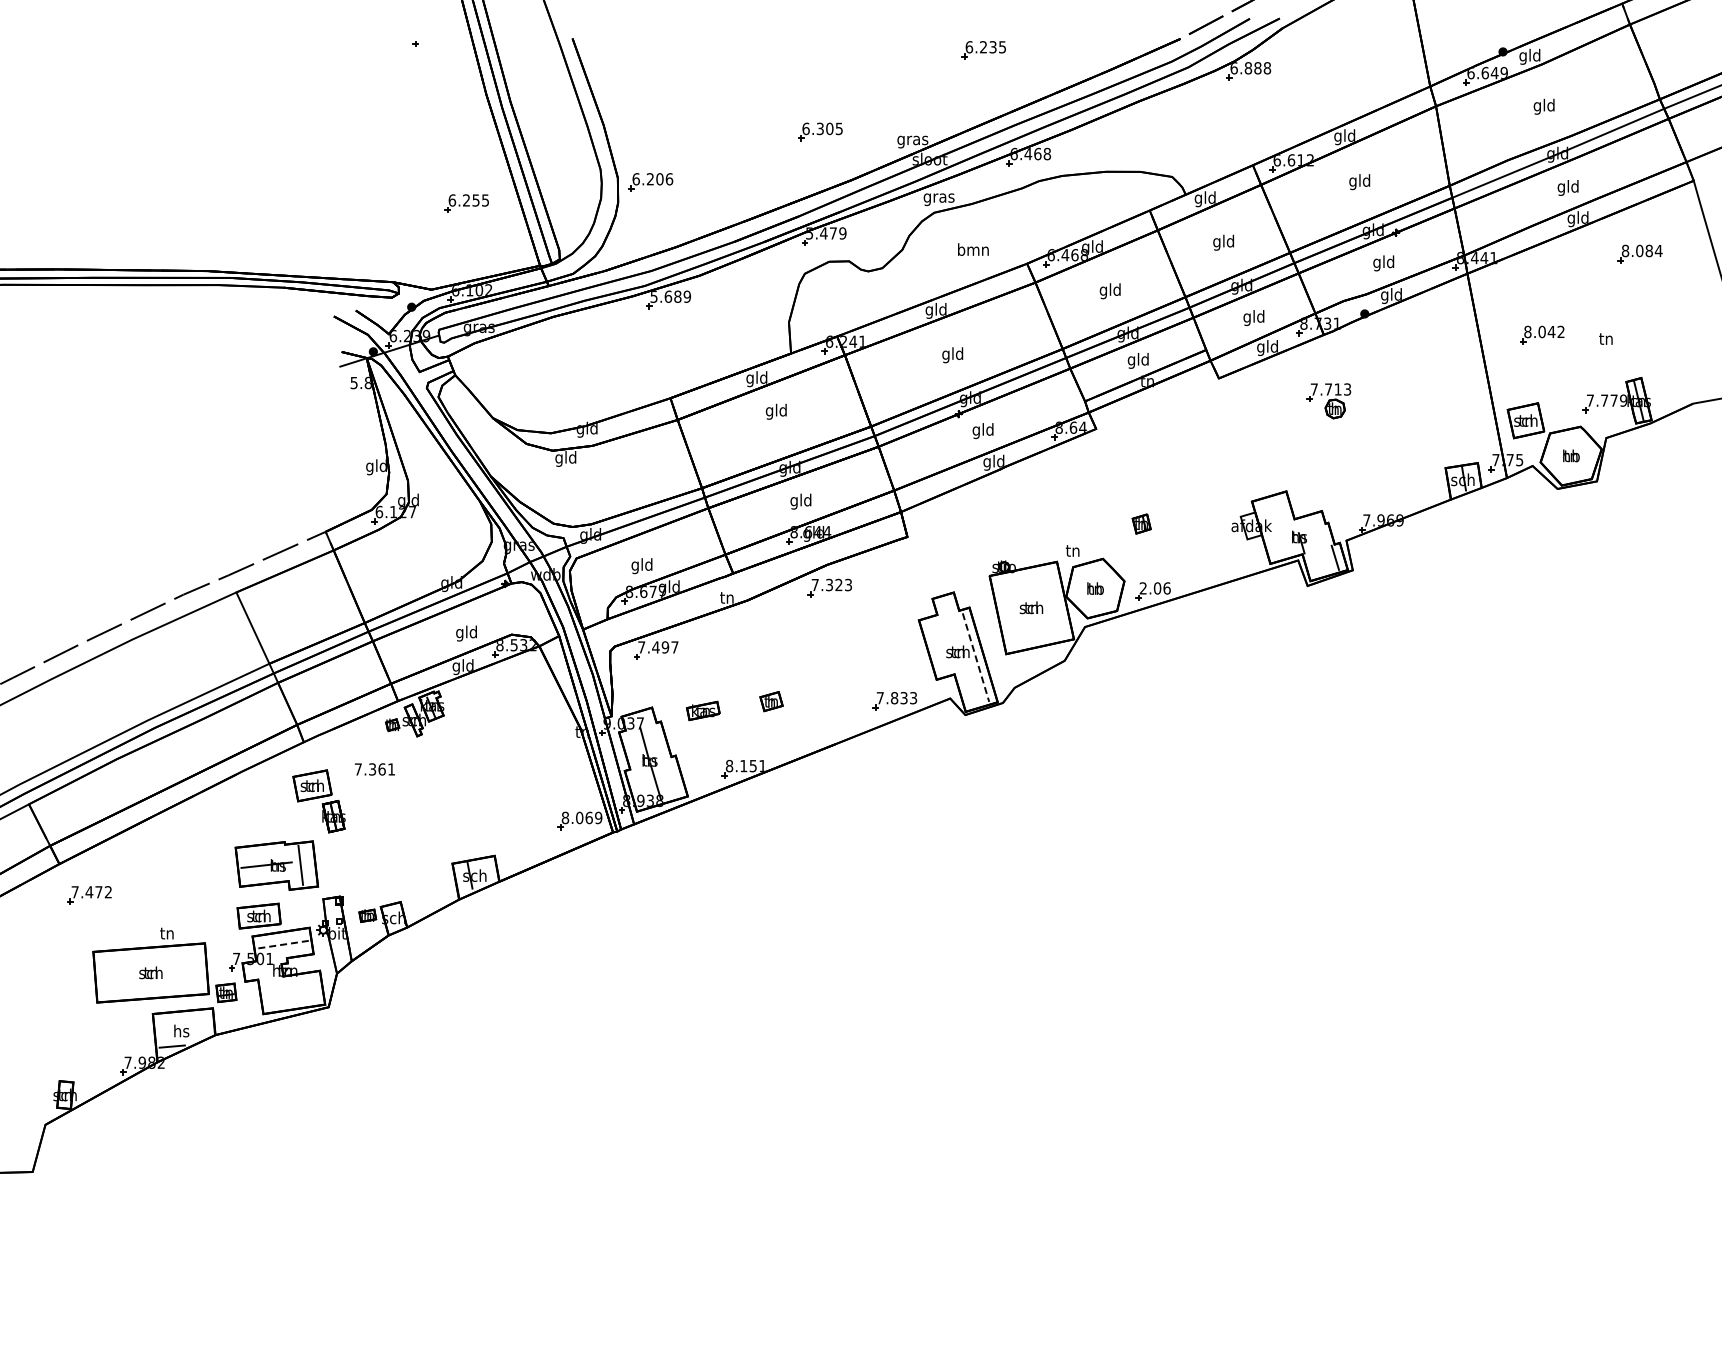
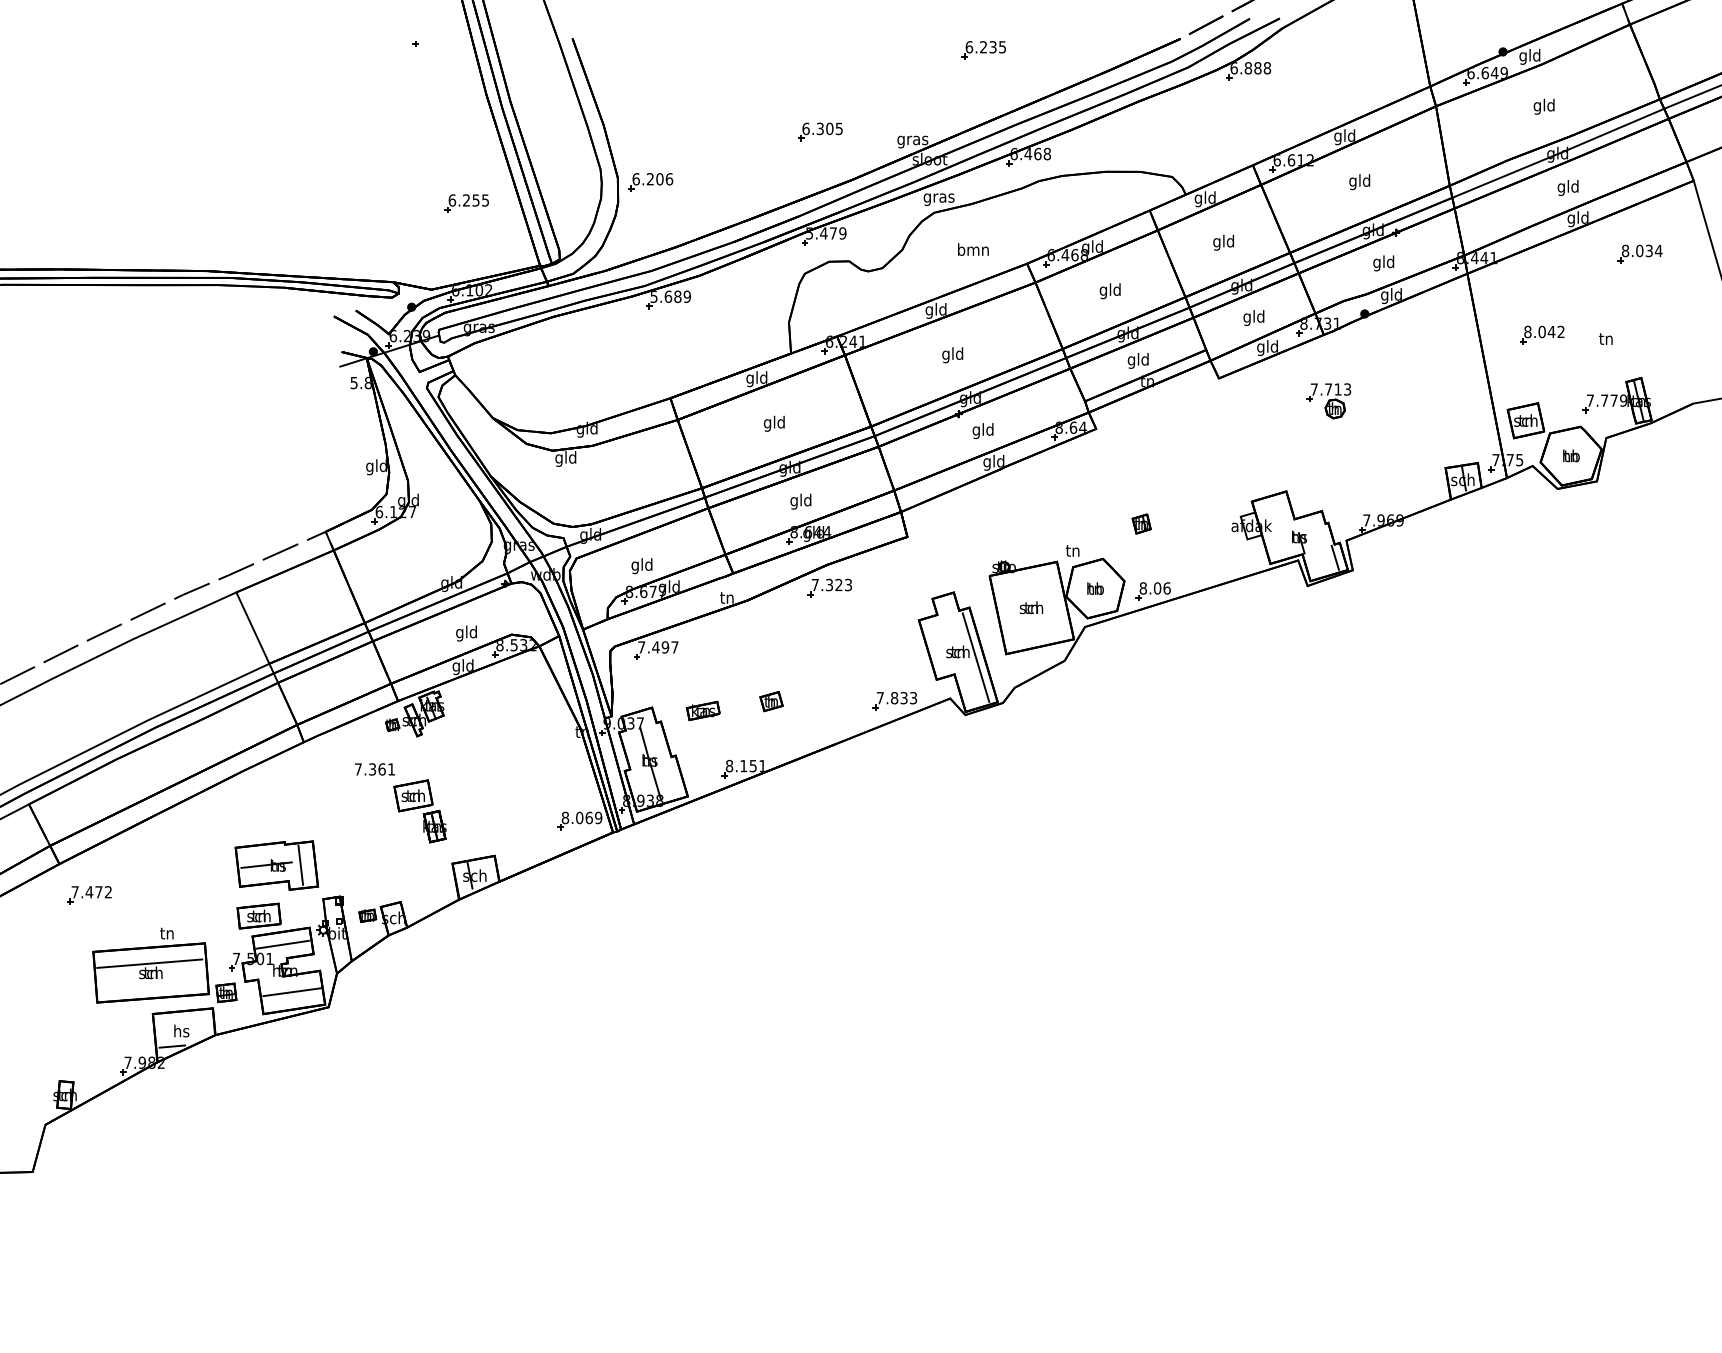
text at (1648, 250): 8.084 -> 8.034
text at (775, 411) position: (775, 411) -> (773, 423)
text at (1142, 588): 2.06 -> 8.06
line at (976, 658): dashed -> solid
part at (318, 801) position: (318, 801) -> (419, 811)
line at (282, 944): dashed -> solid
line at (149, 963): none -> present
line at (292, 992): none -> present
